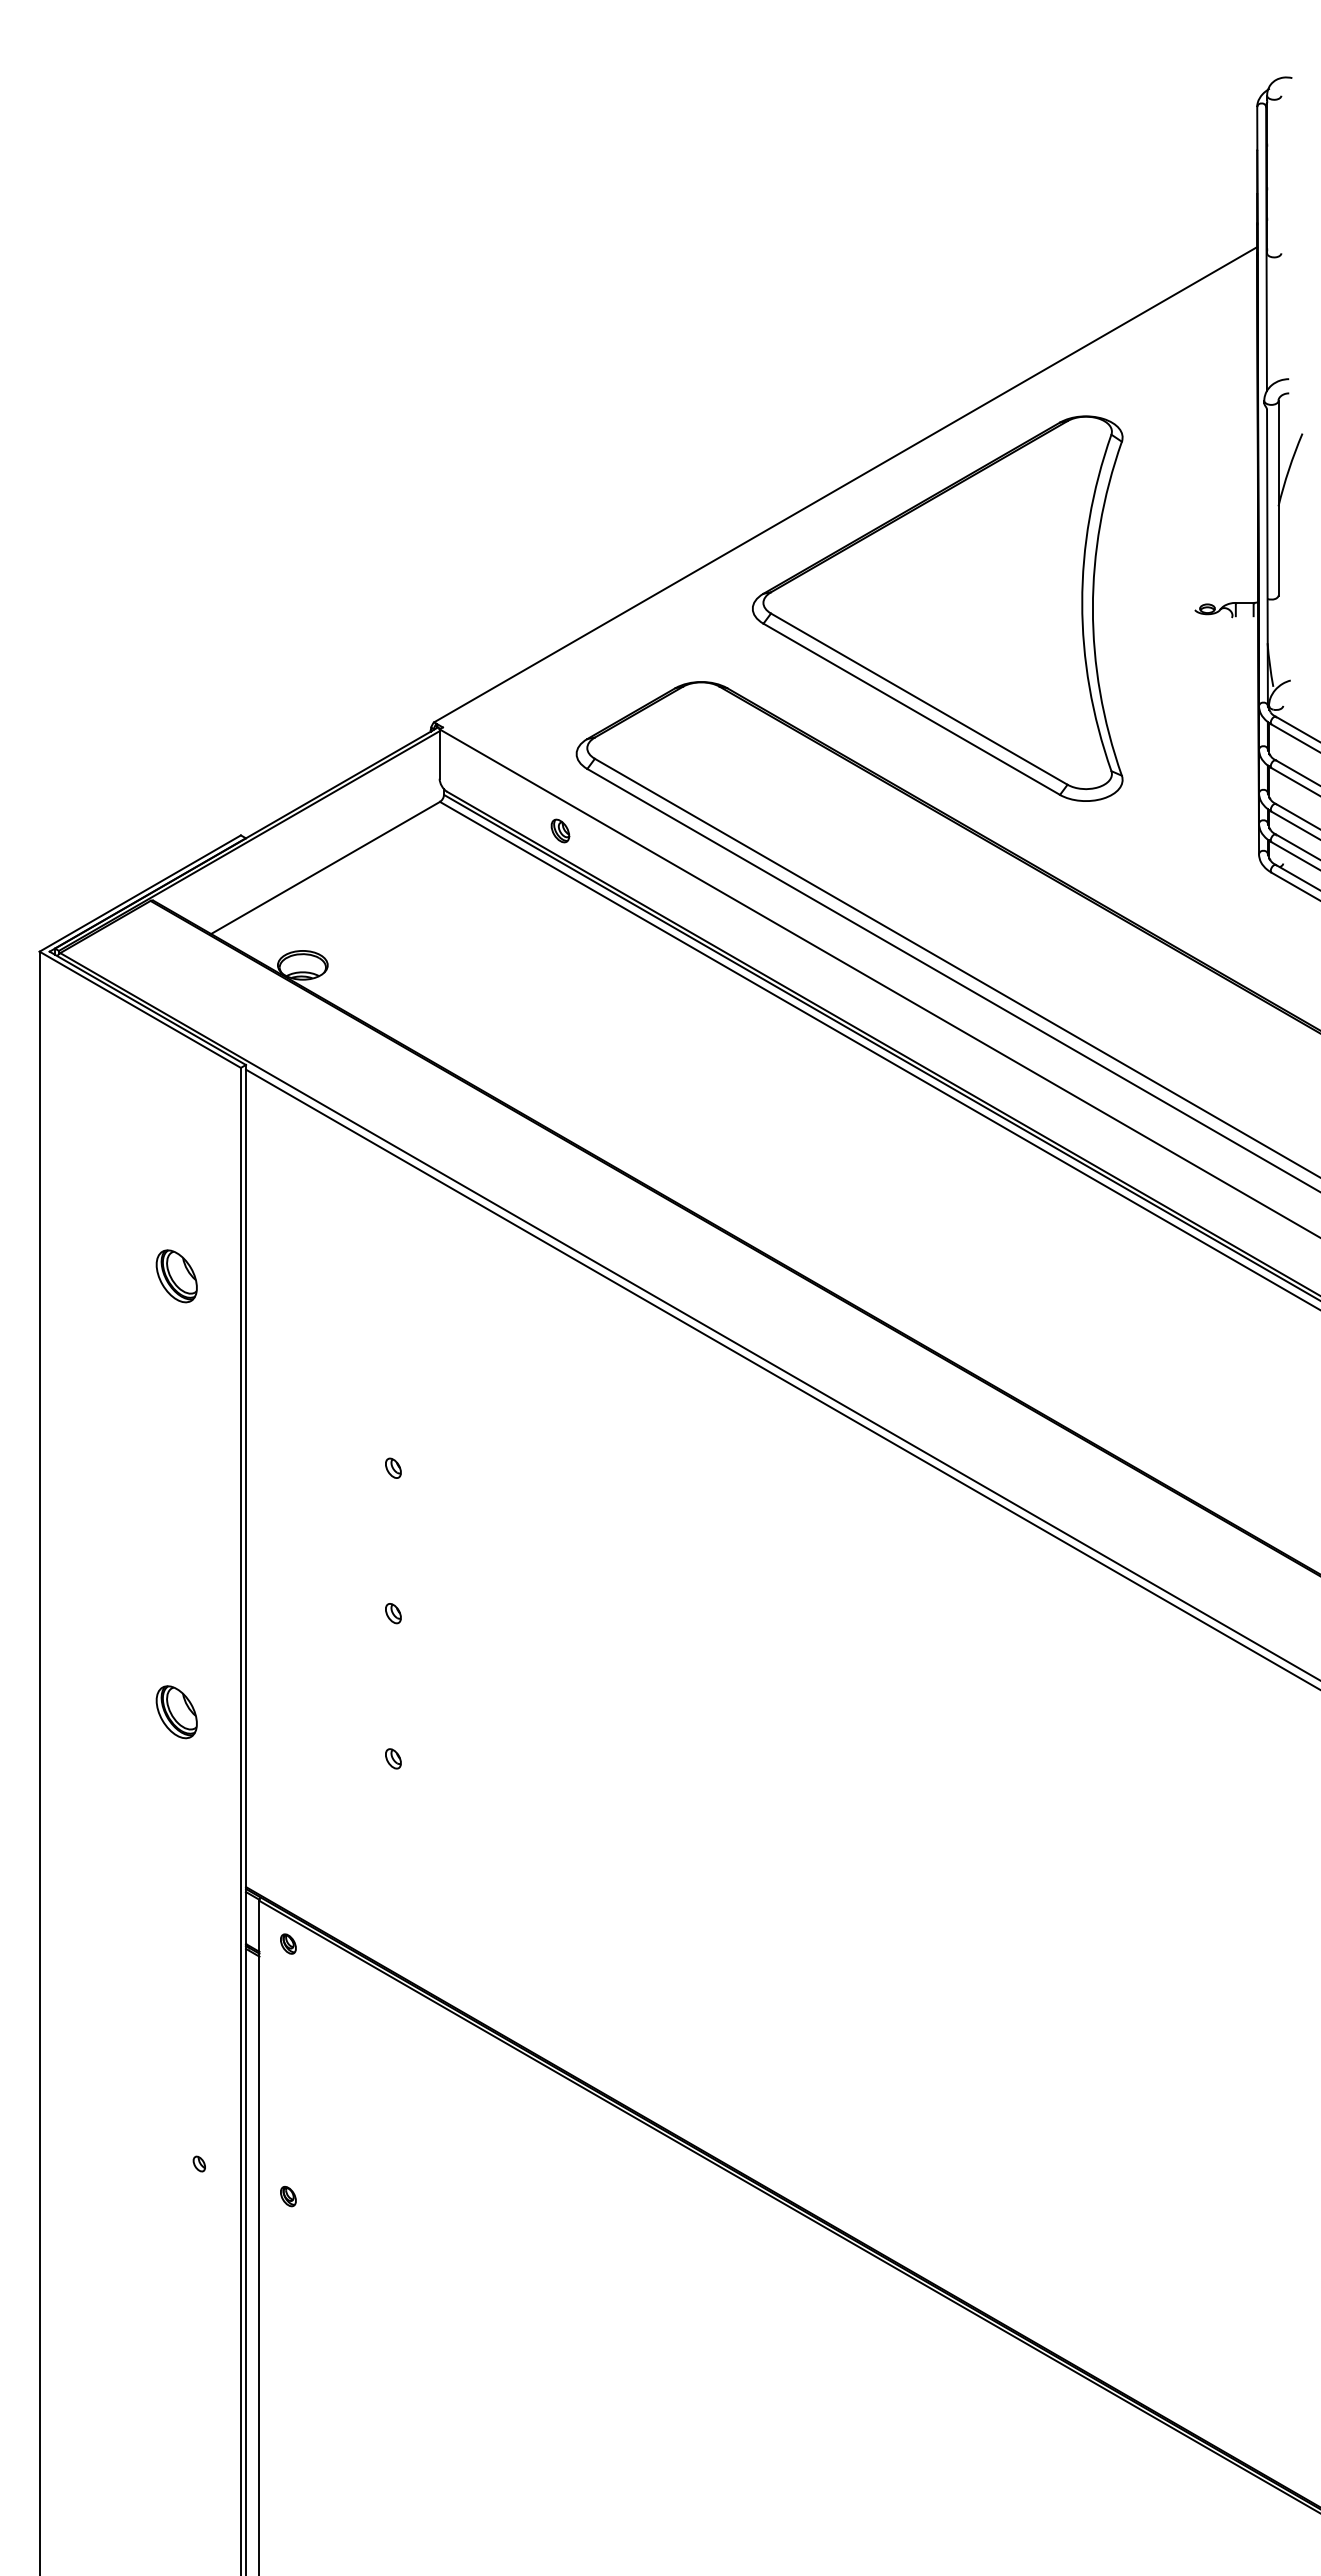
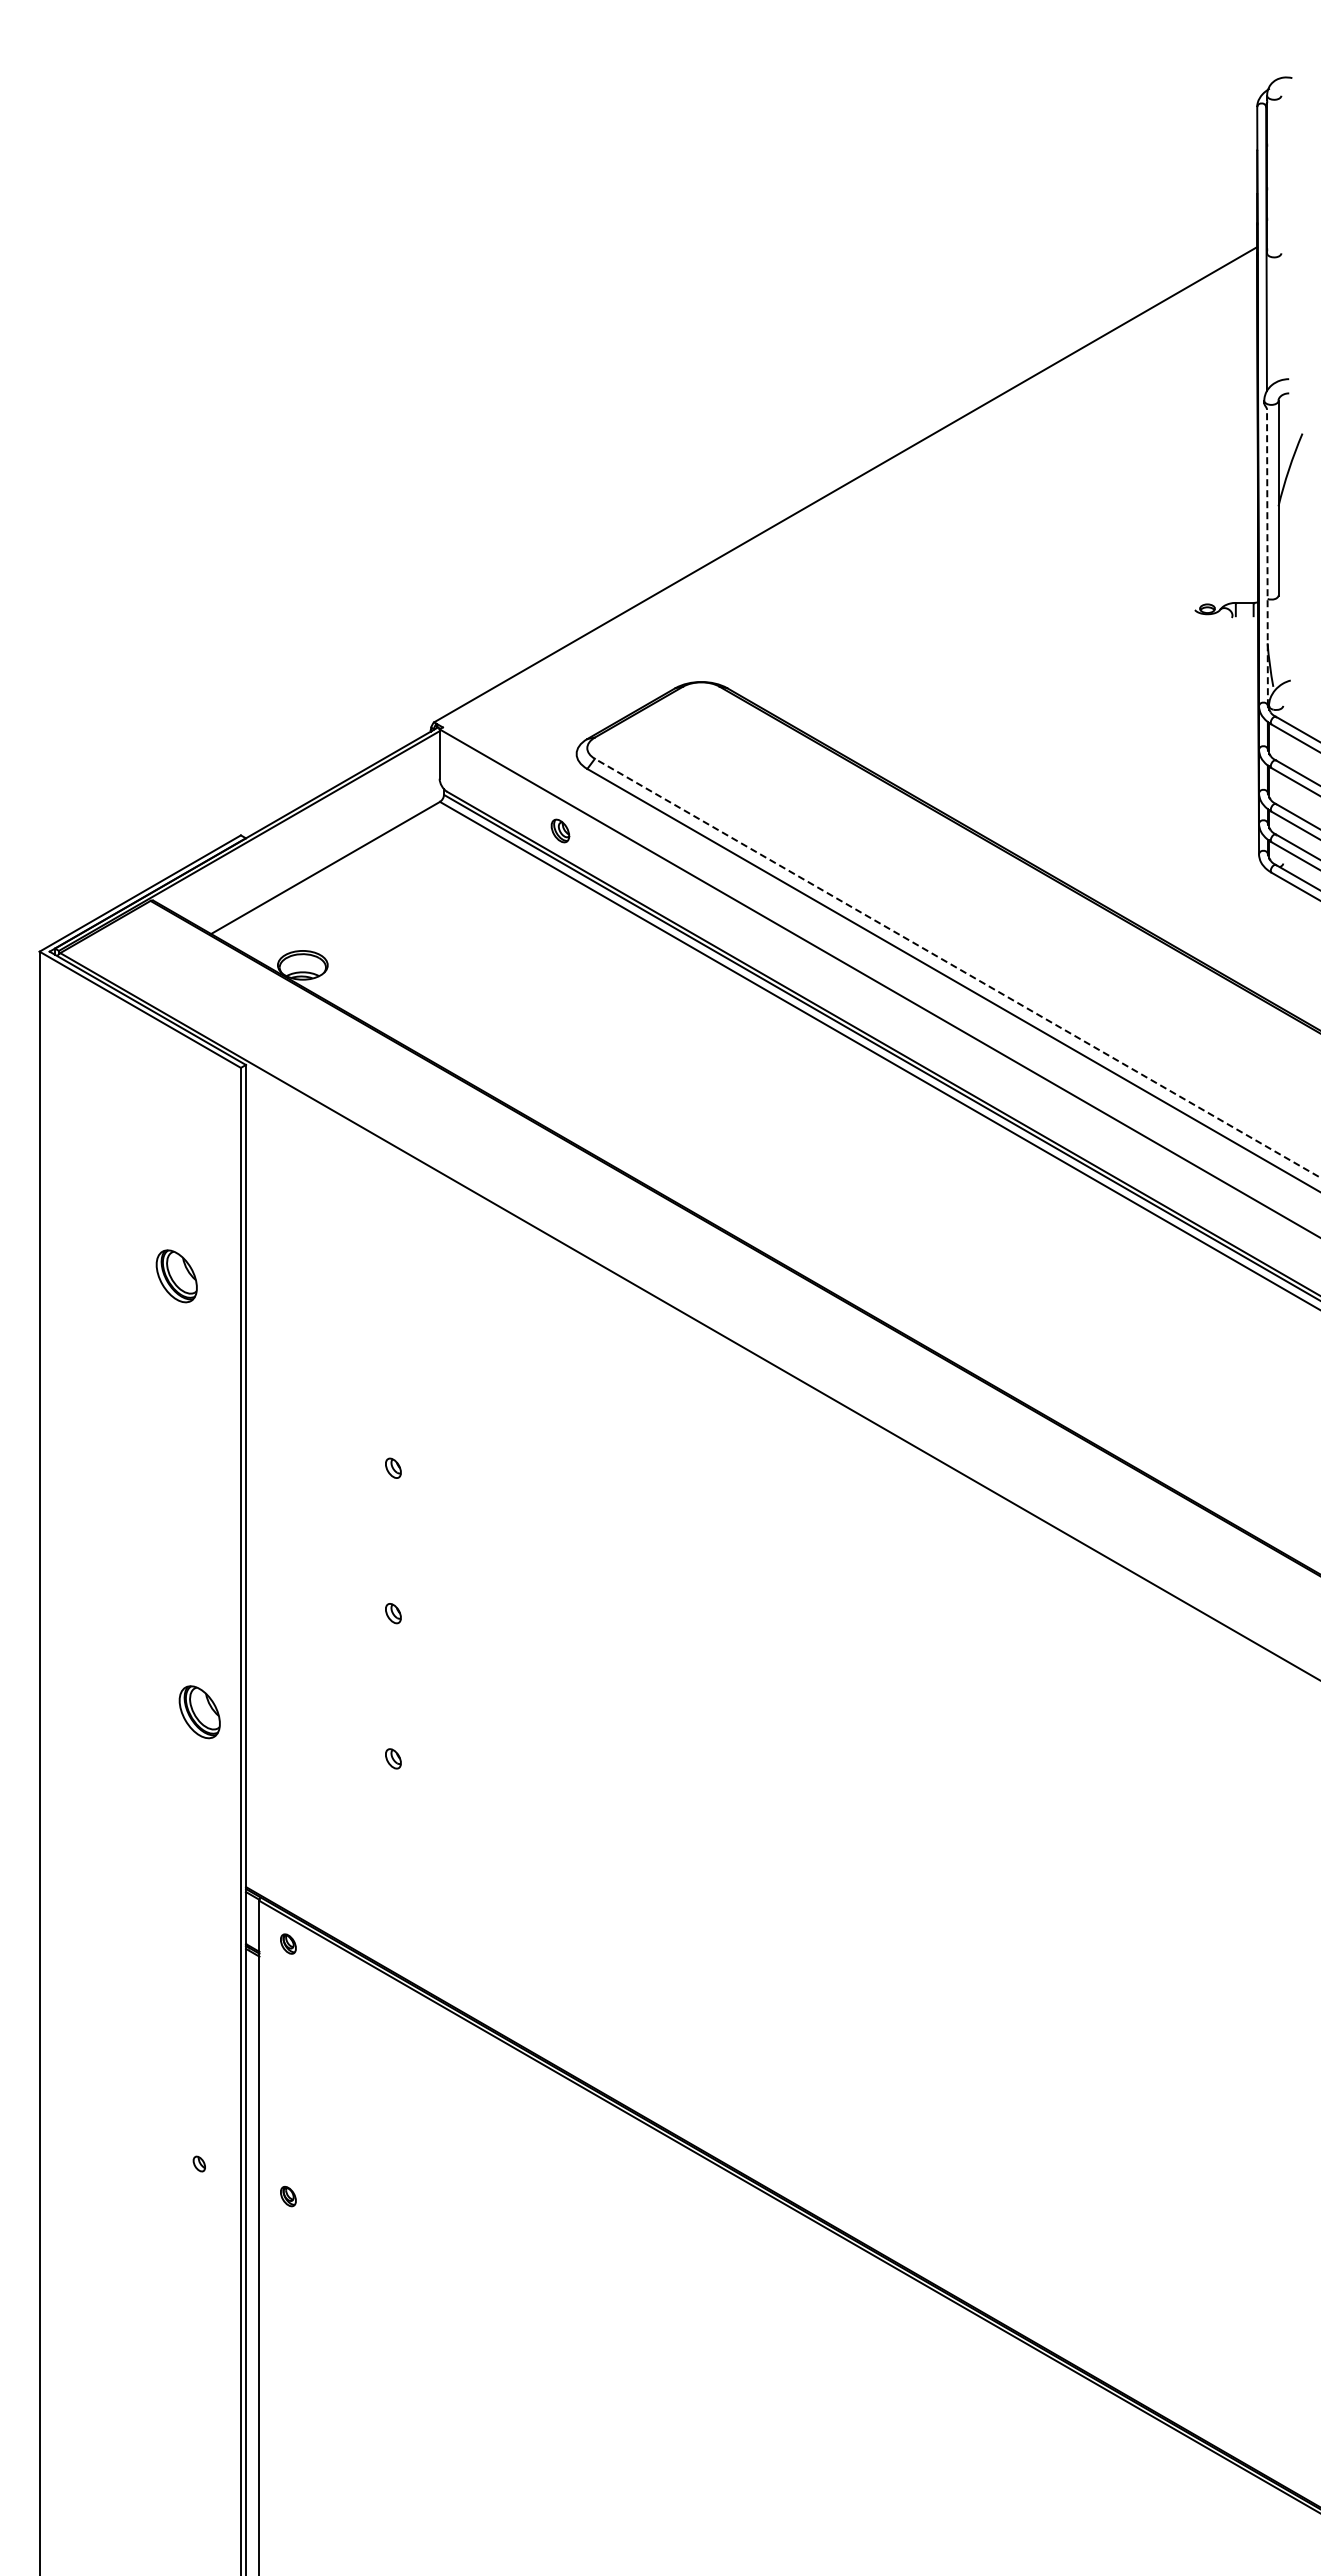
line at (1267, 557): solid -> dashed
part at (937, 608): present -> none
line at (957, 968): solid -> dashed
line at (781, 1378): present -> none
part at (176, 1712) position: (176, 1712) -> (199, 1712)
